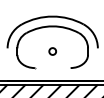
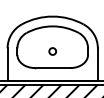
line at (7, 64): none -> present
line at (97, 64): none -> present
line at (52, 68): none -> present
